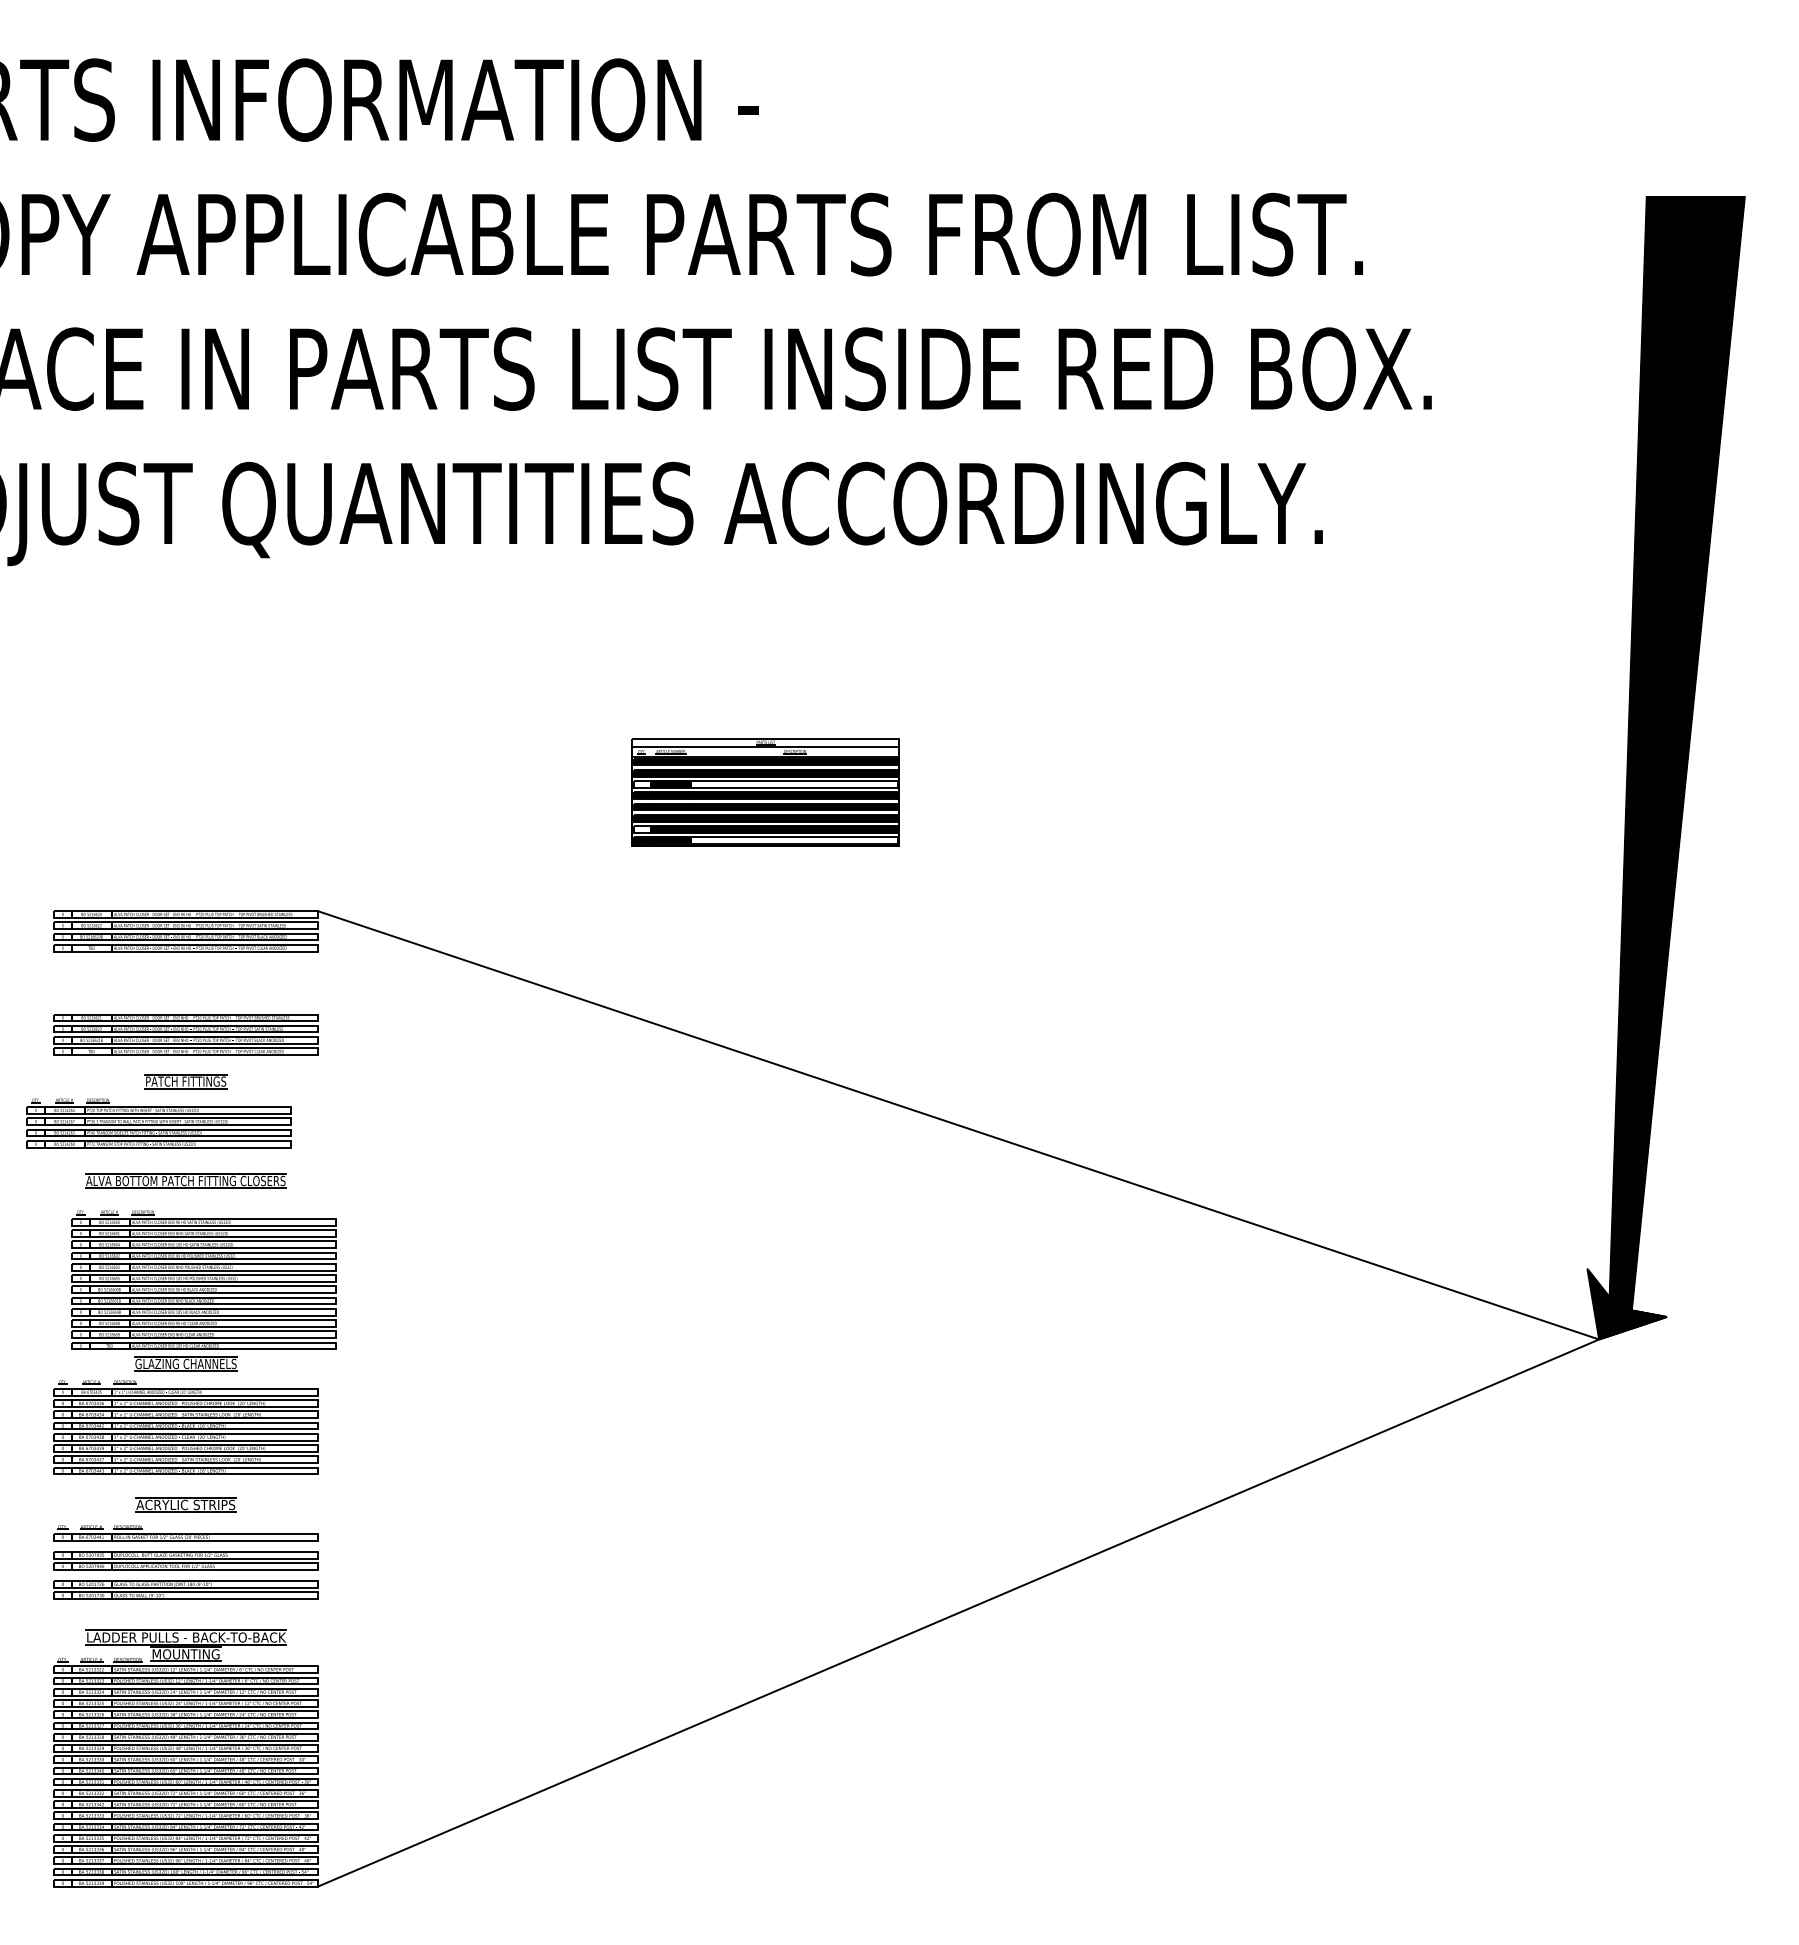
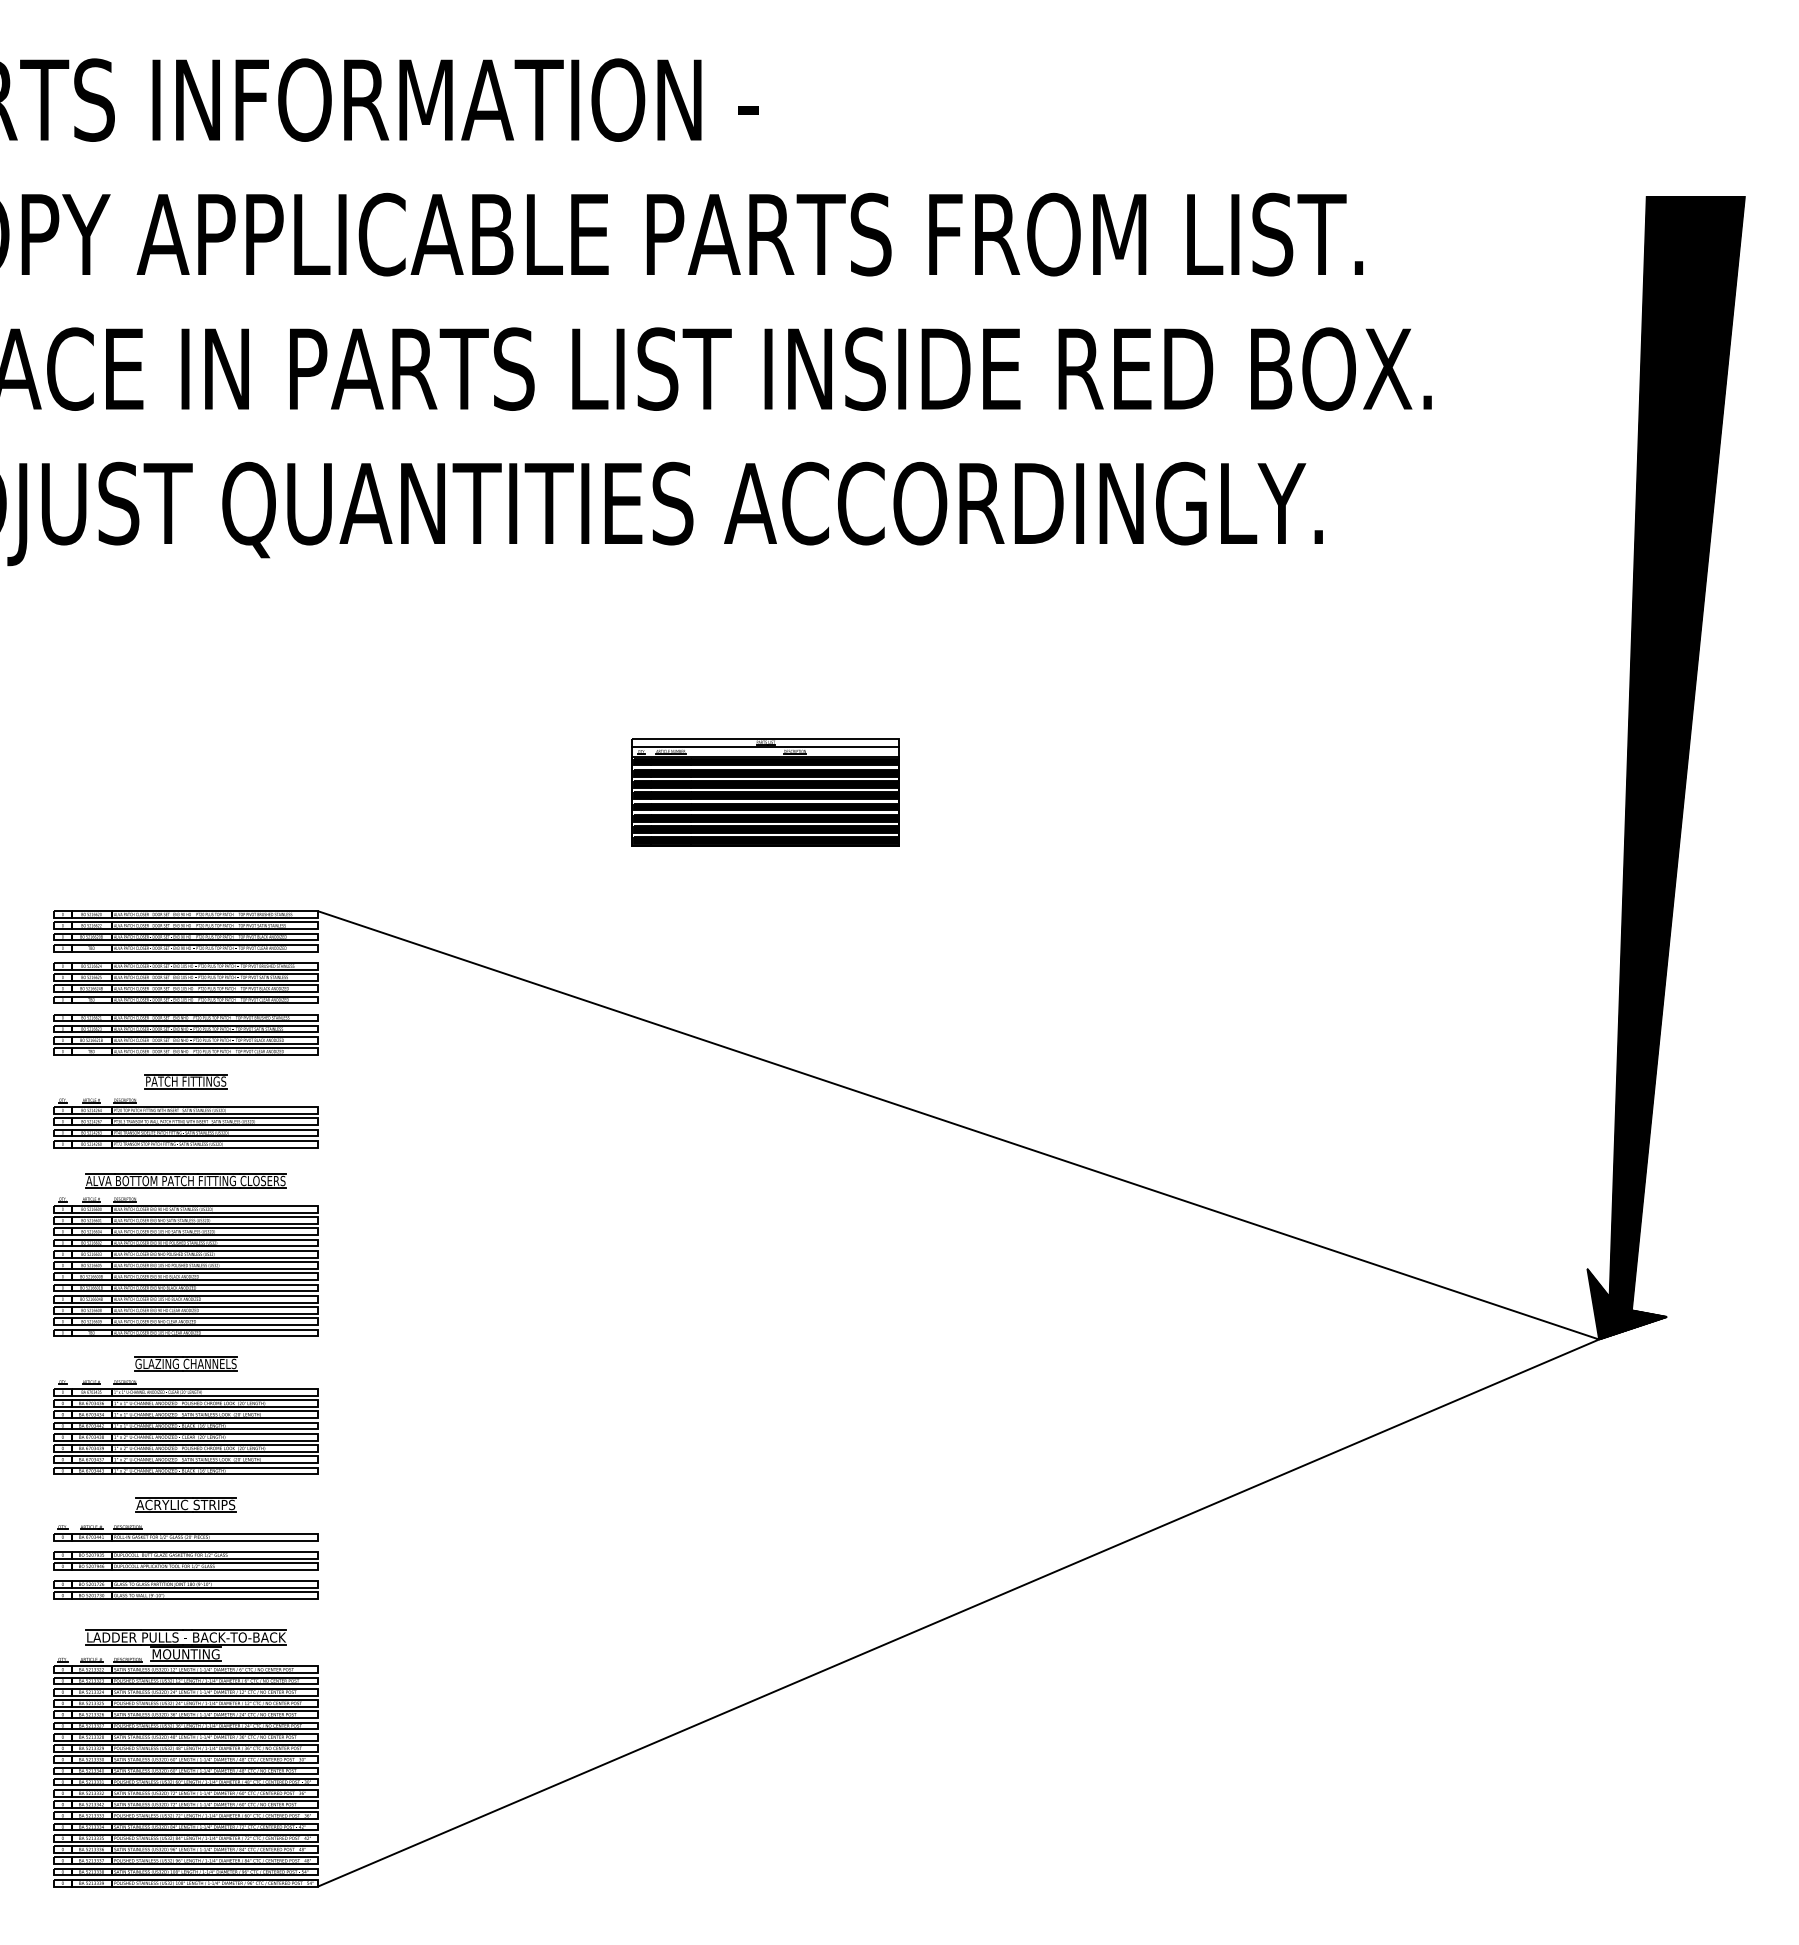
fill at (642, 784): none -> present
fill at (794, 784): none -> present
fill at (642, 829): none -> present
fill at (794, 840): none -> present
part at (185, 982): none -> present
part at (158, 1123) position: (158, 1123) -> (185, 1123)
part at (203, 1279) position: (203, 1279) -> (185, 1266)
